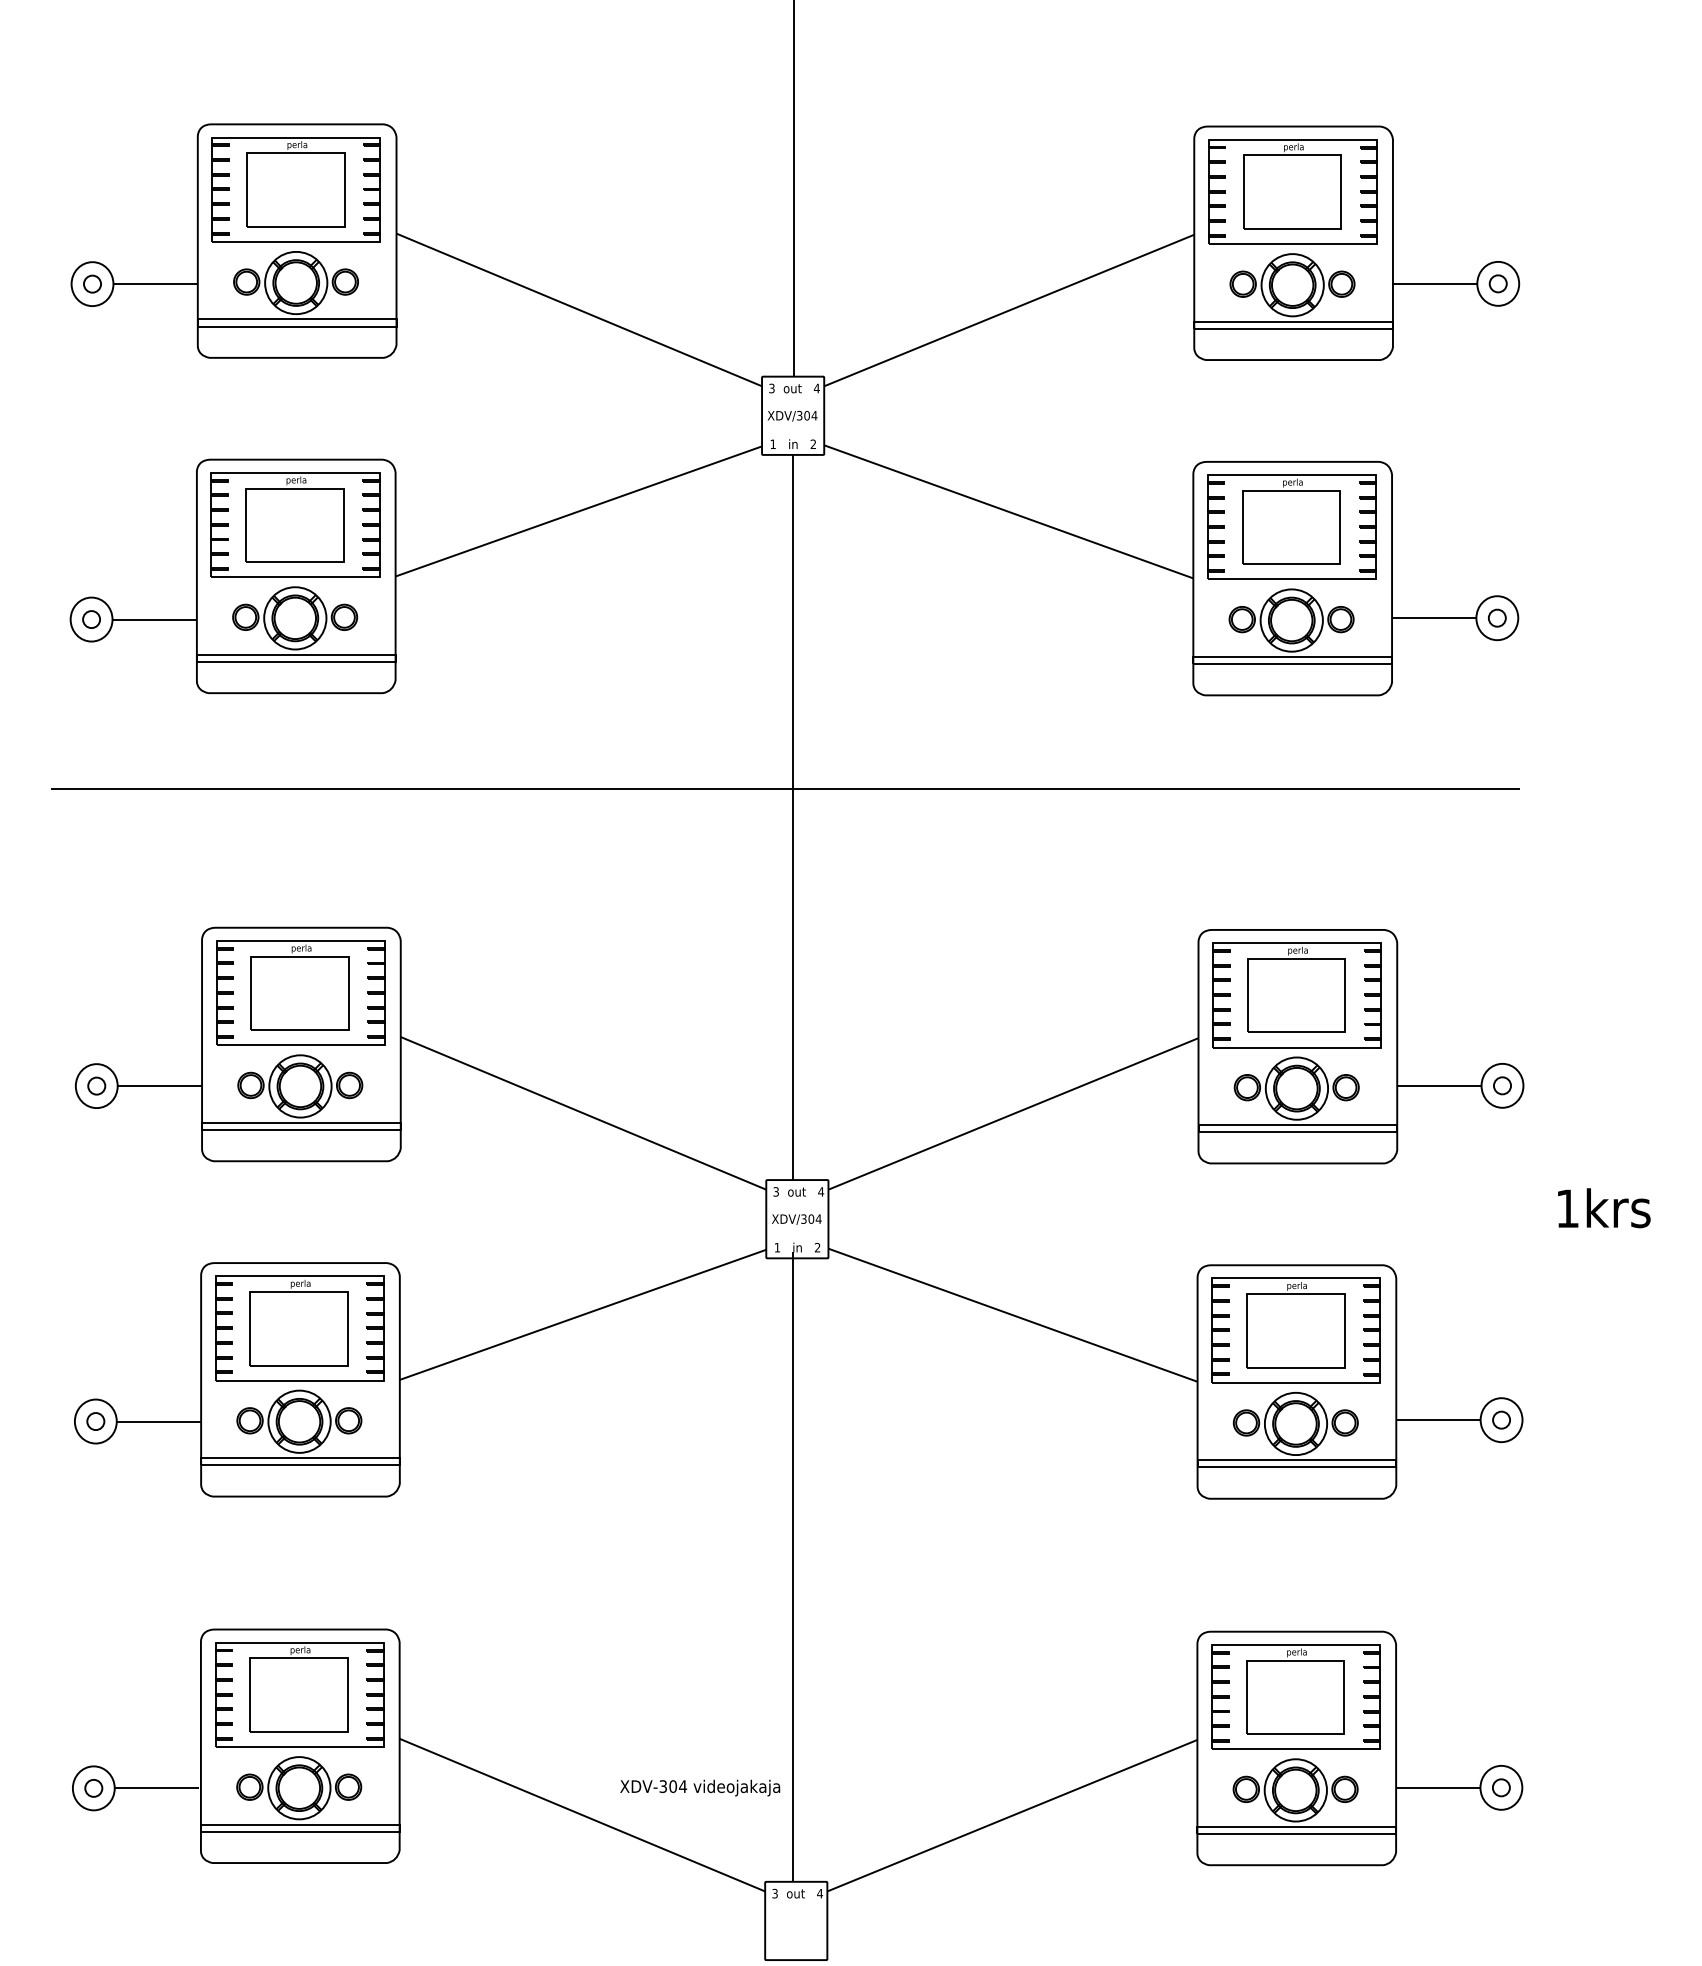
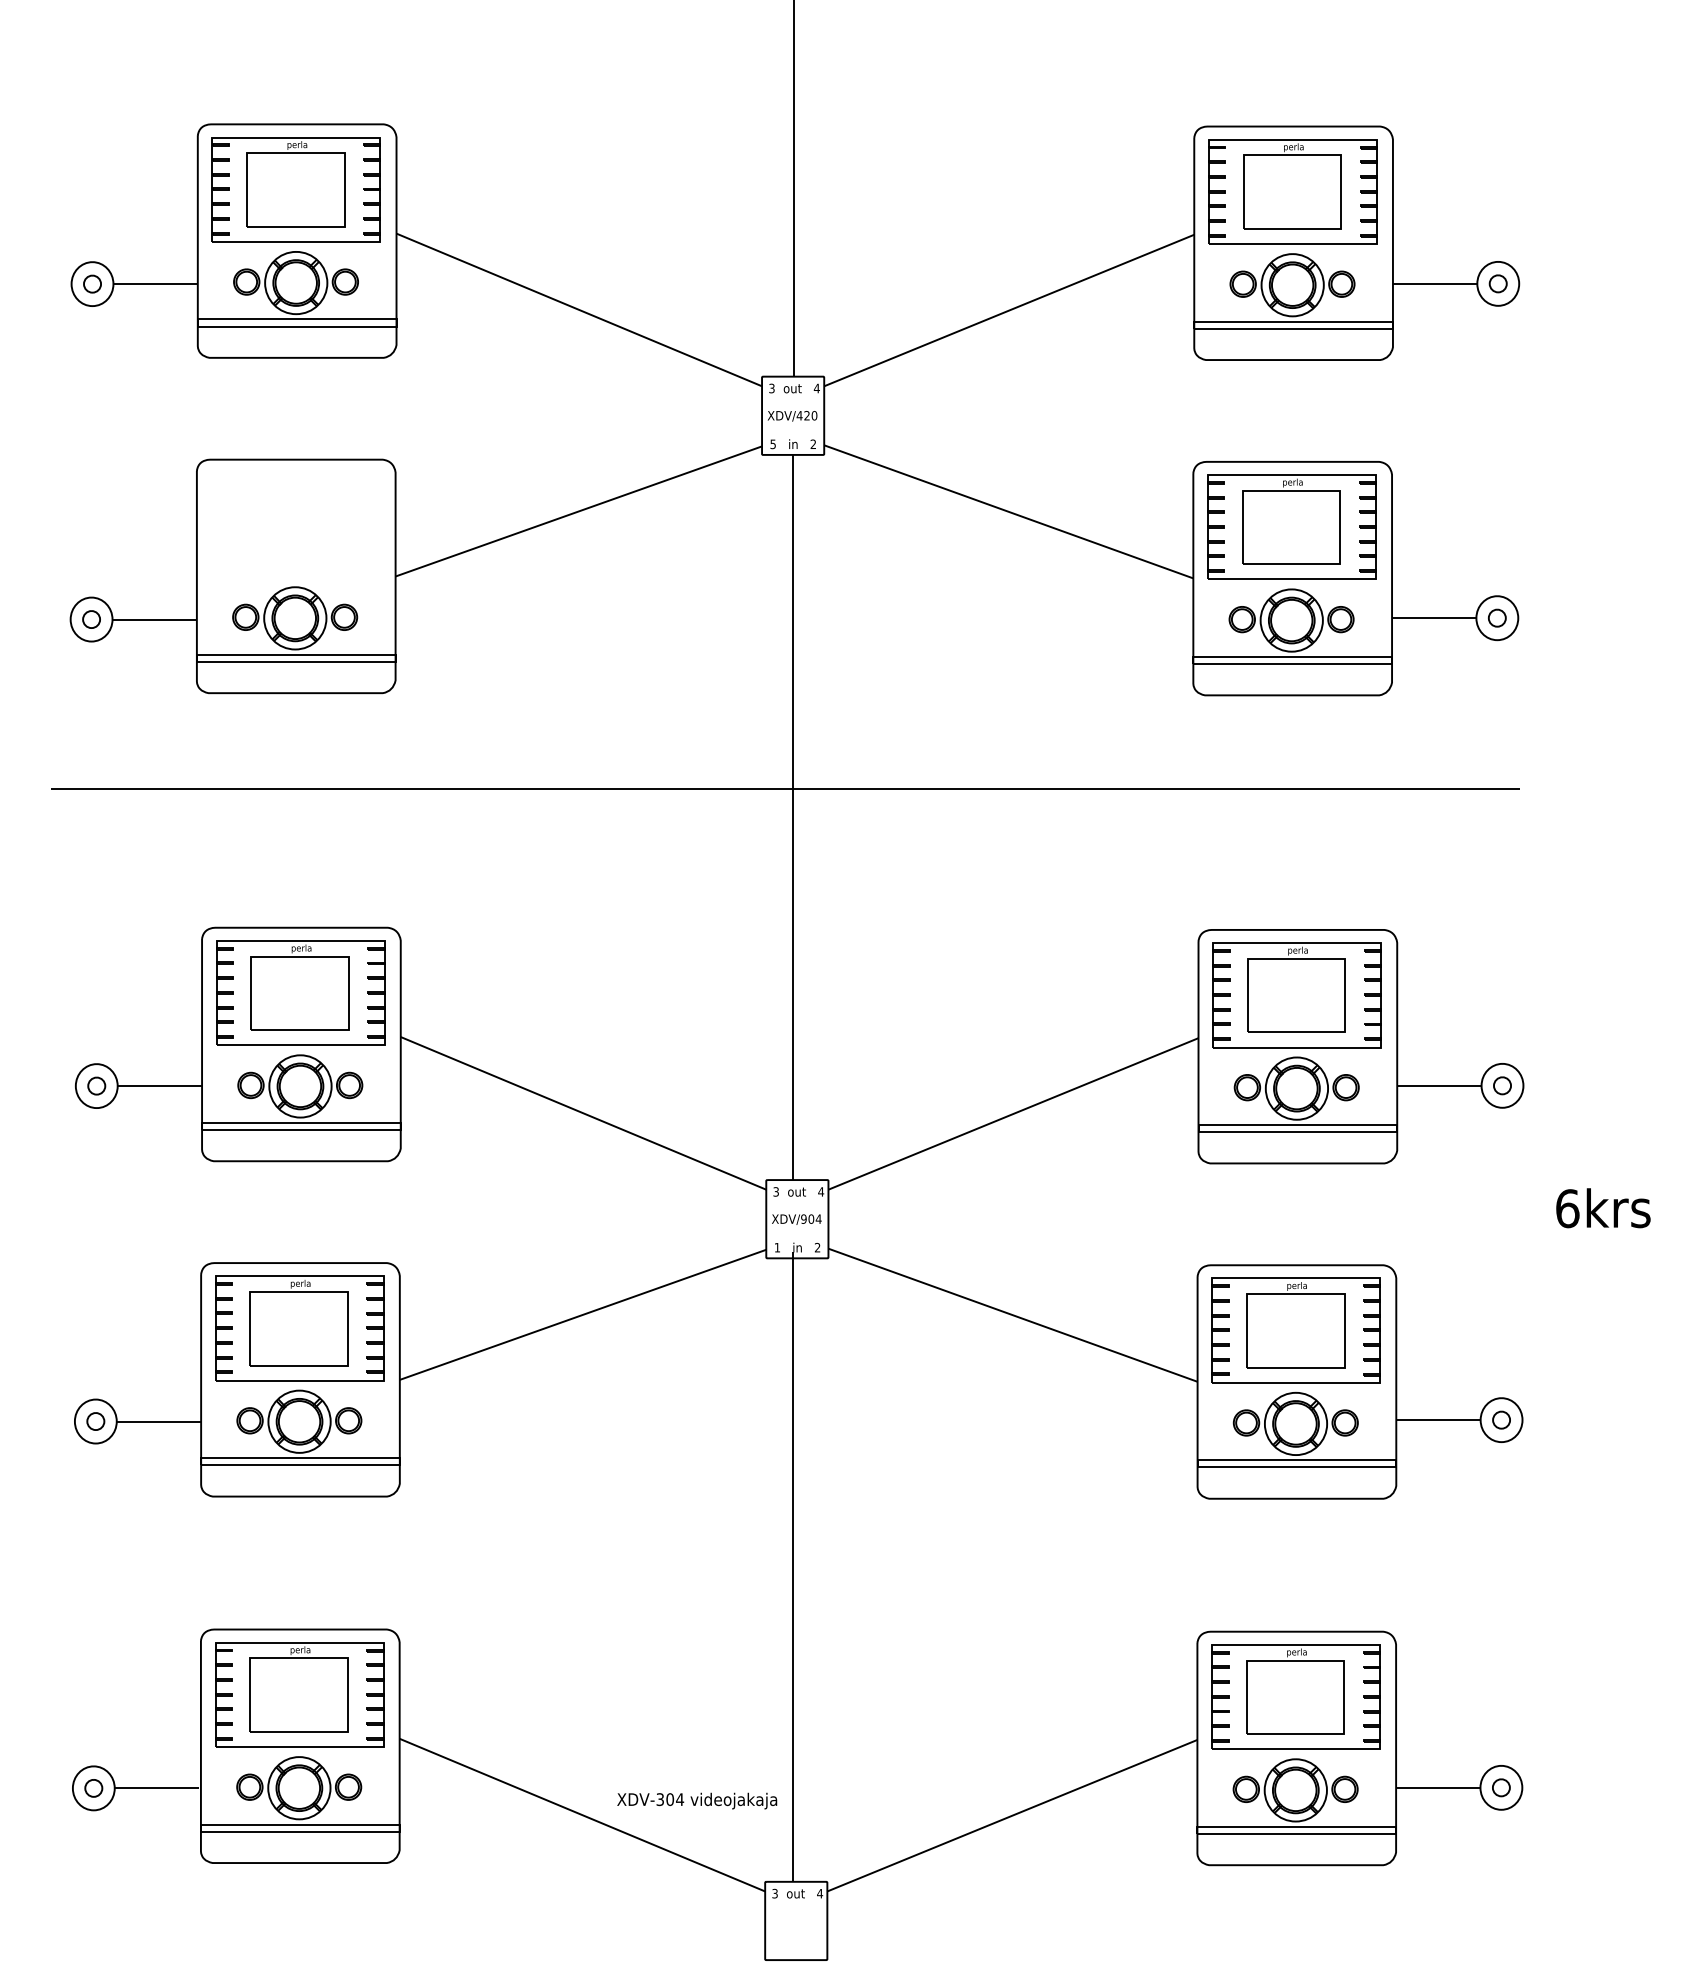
text at (806, 415): XDV/304 -> XDV/420
text at (772, 444): 1 -> 5
part at (295, 524): present -> none
text at (1567, 1208): 1krs -> 6krs
text at (803, 1218): XDV/304 -> XDV/904
text at (700, 1787) position: (700, 1787) -> (697, 1800)
